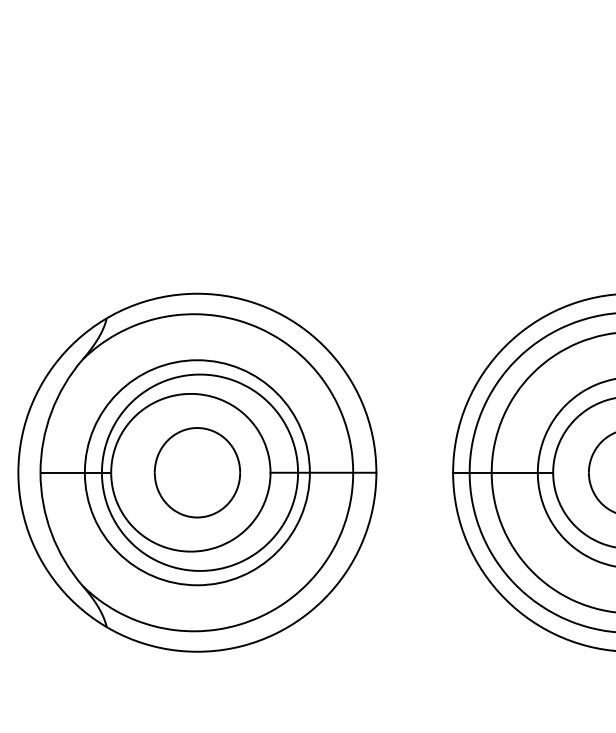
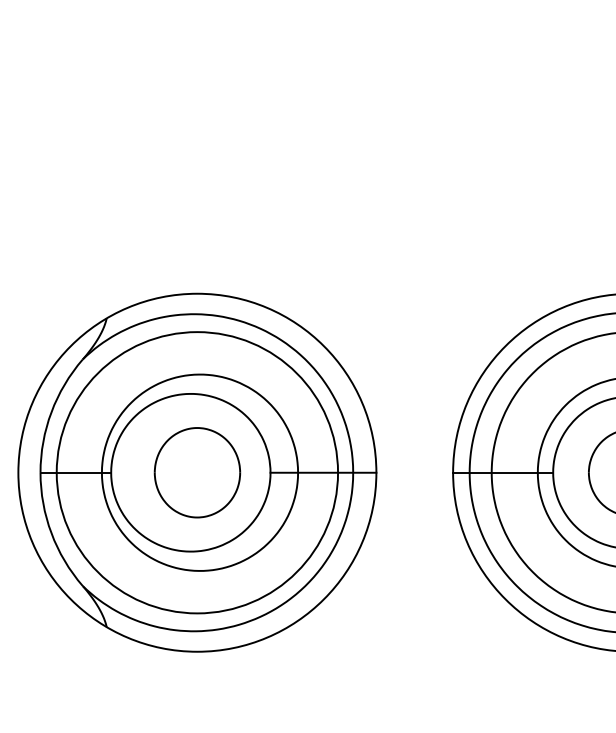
circle at (196, 472) diameter: 225 px -> 281 px
